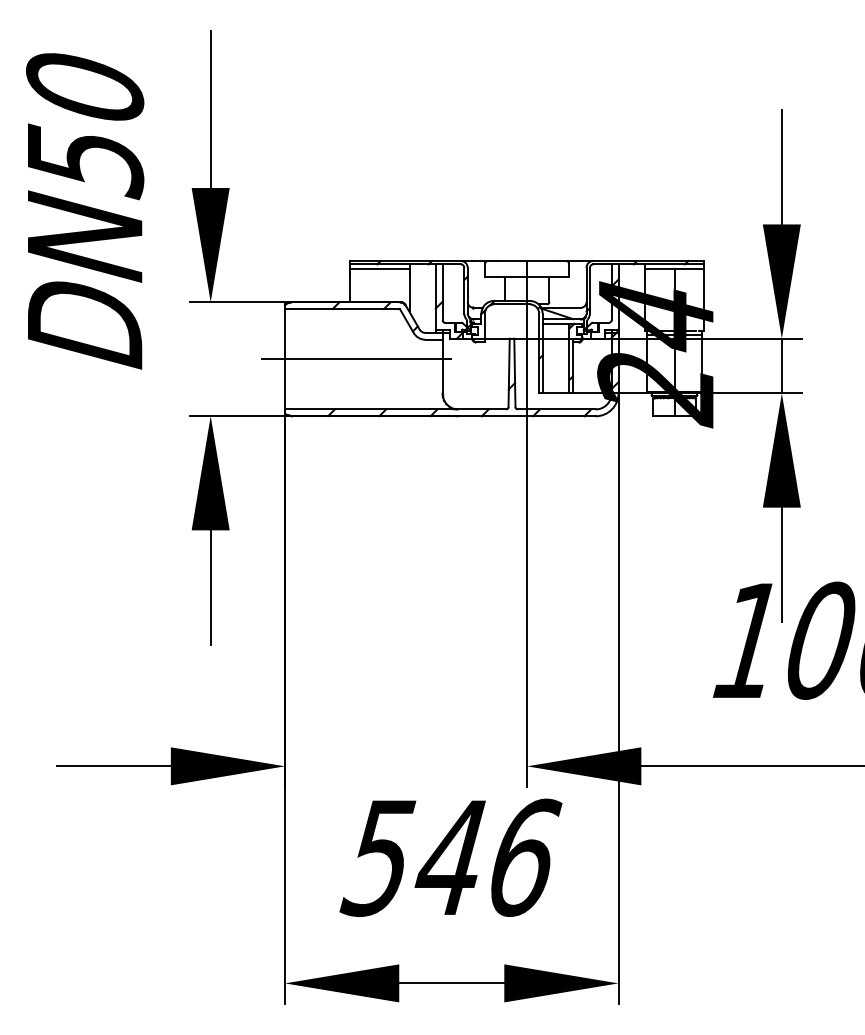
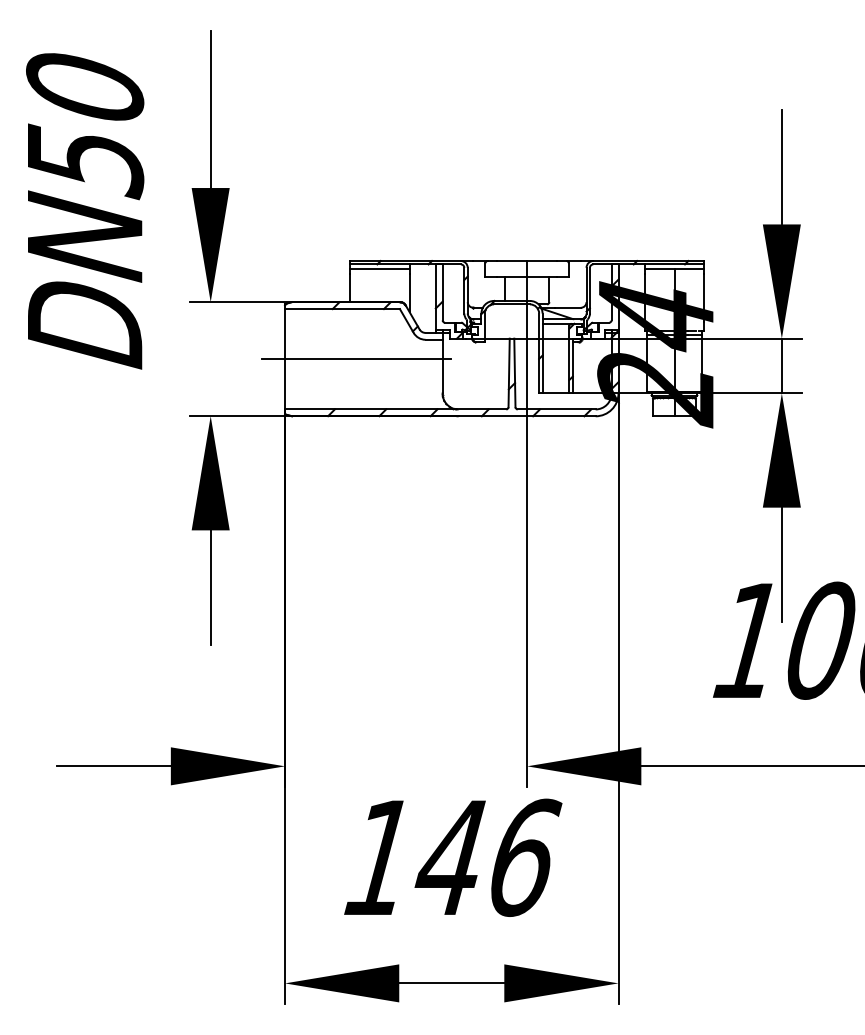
text at (377, 858): 546 -> 146
